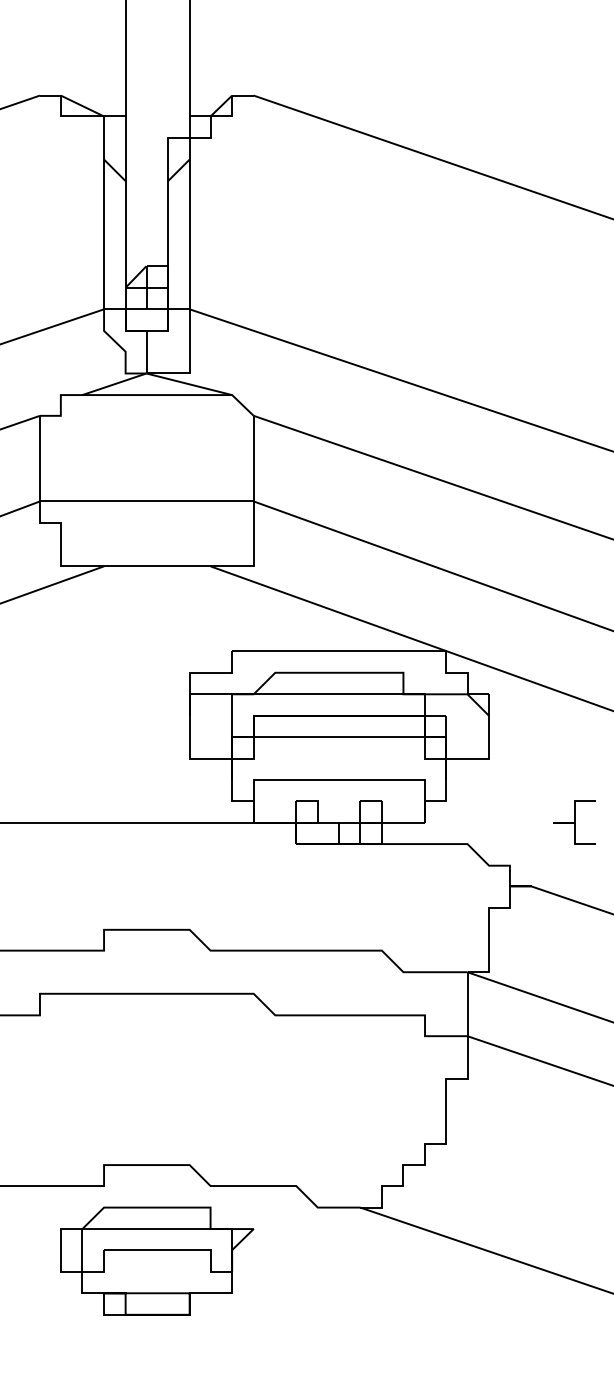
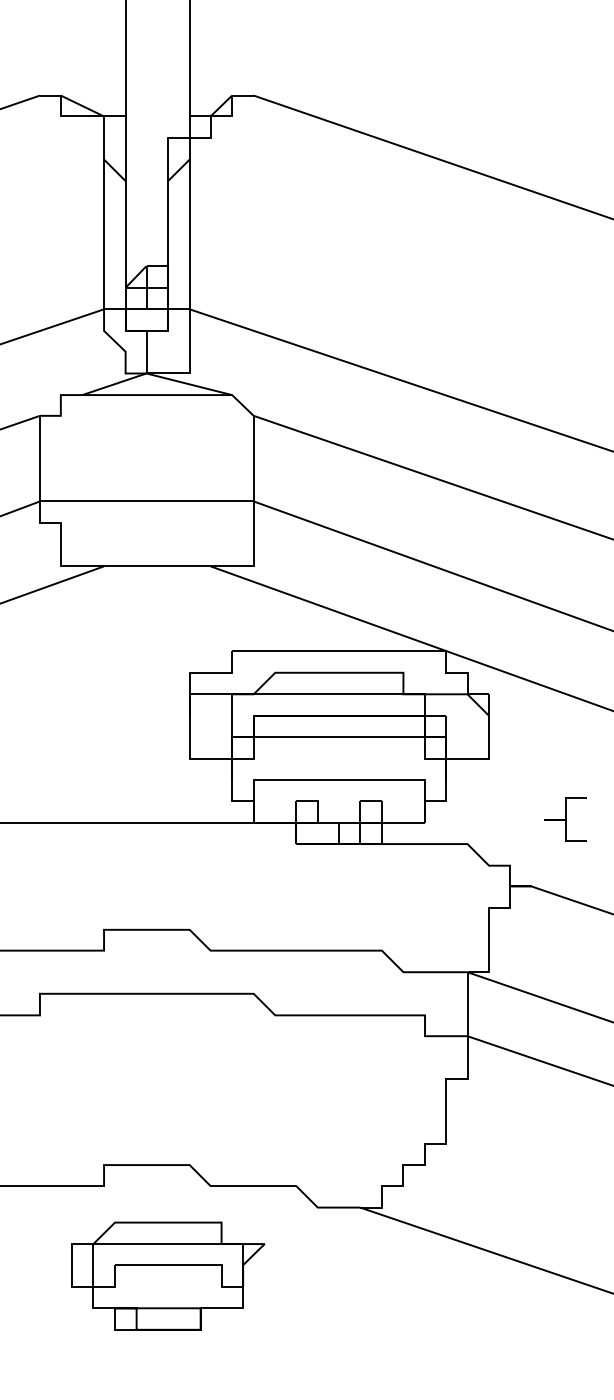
curve at (574, 822) position: (574, 822) -> (565, 819)
part at (157, 1260) position: (157, 1260) -> (168, 1275)
